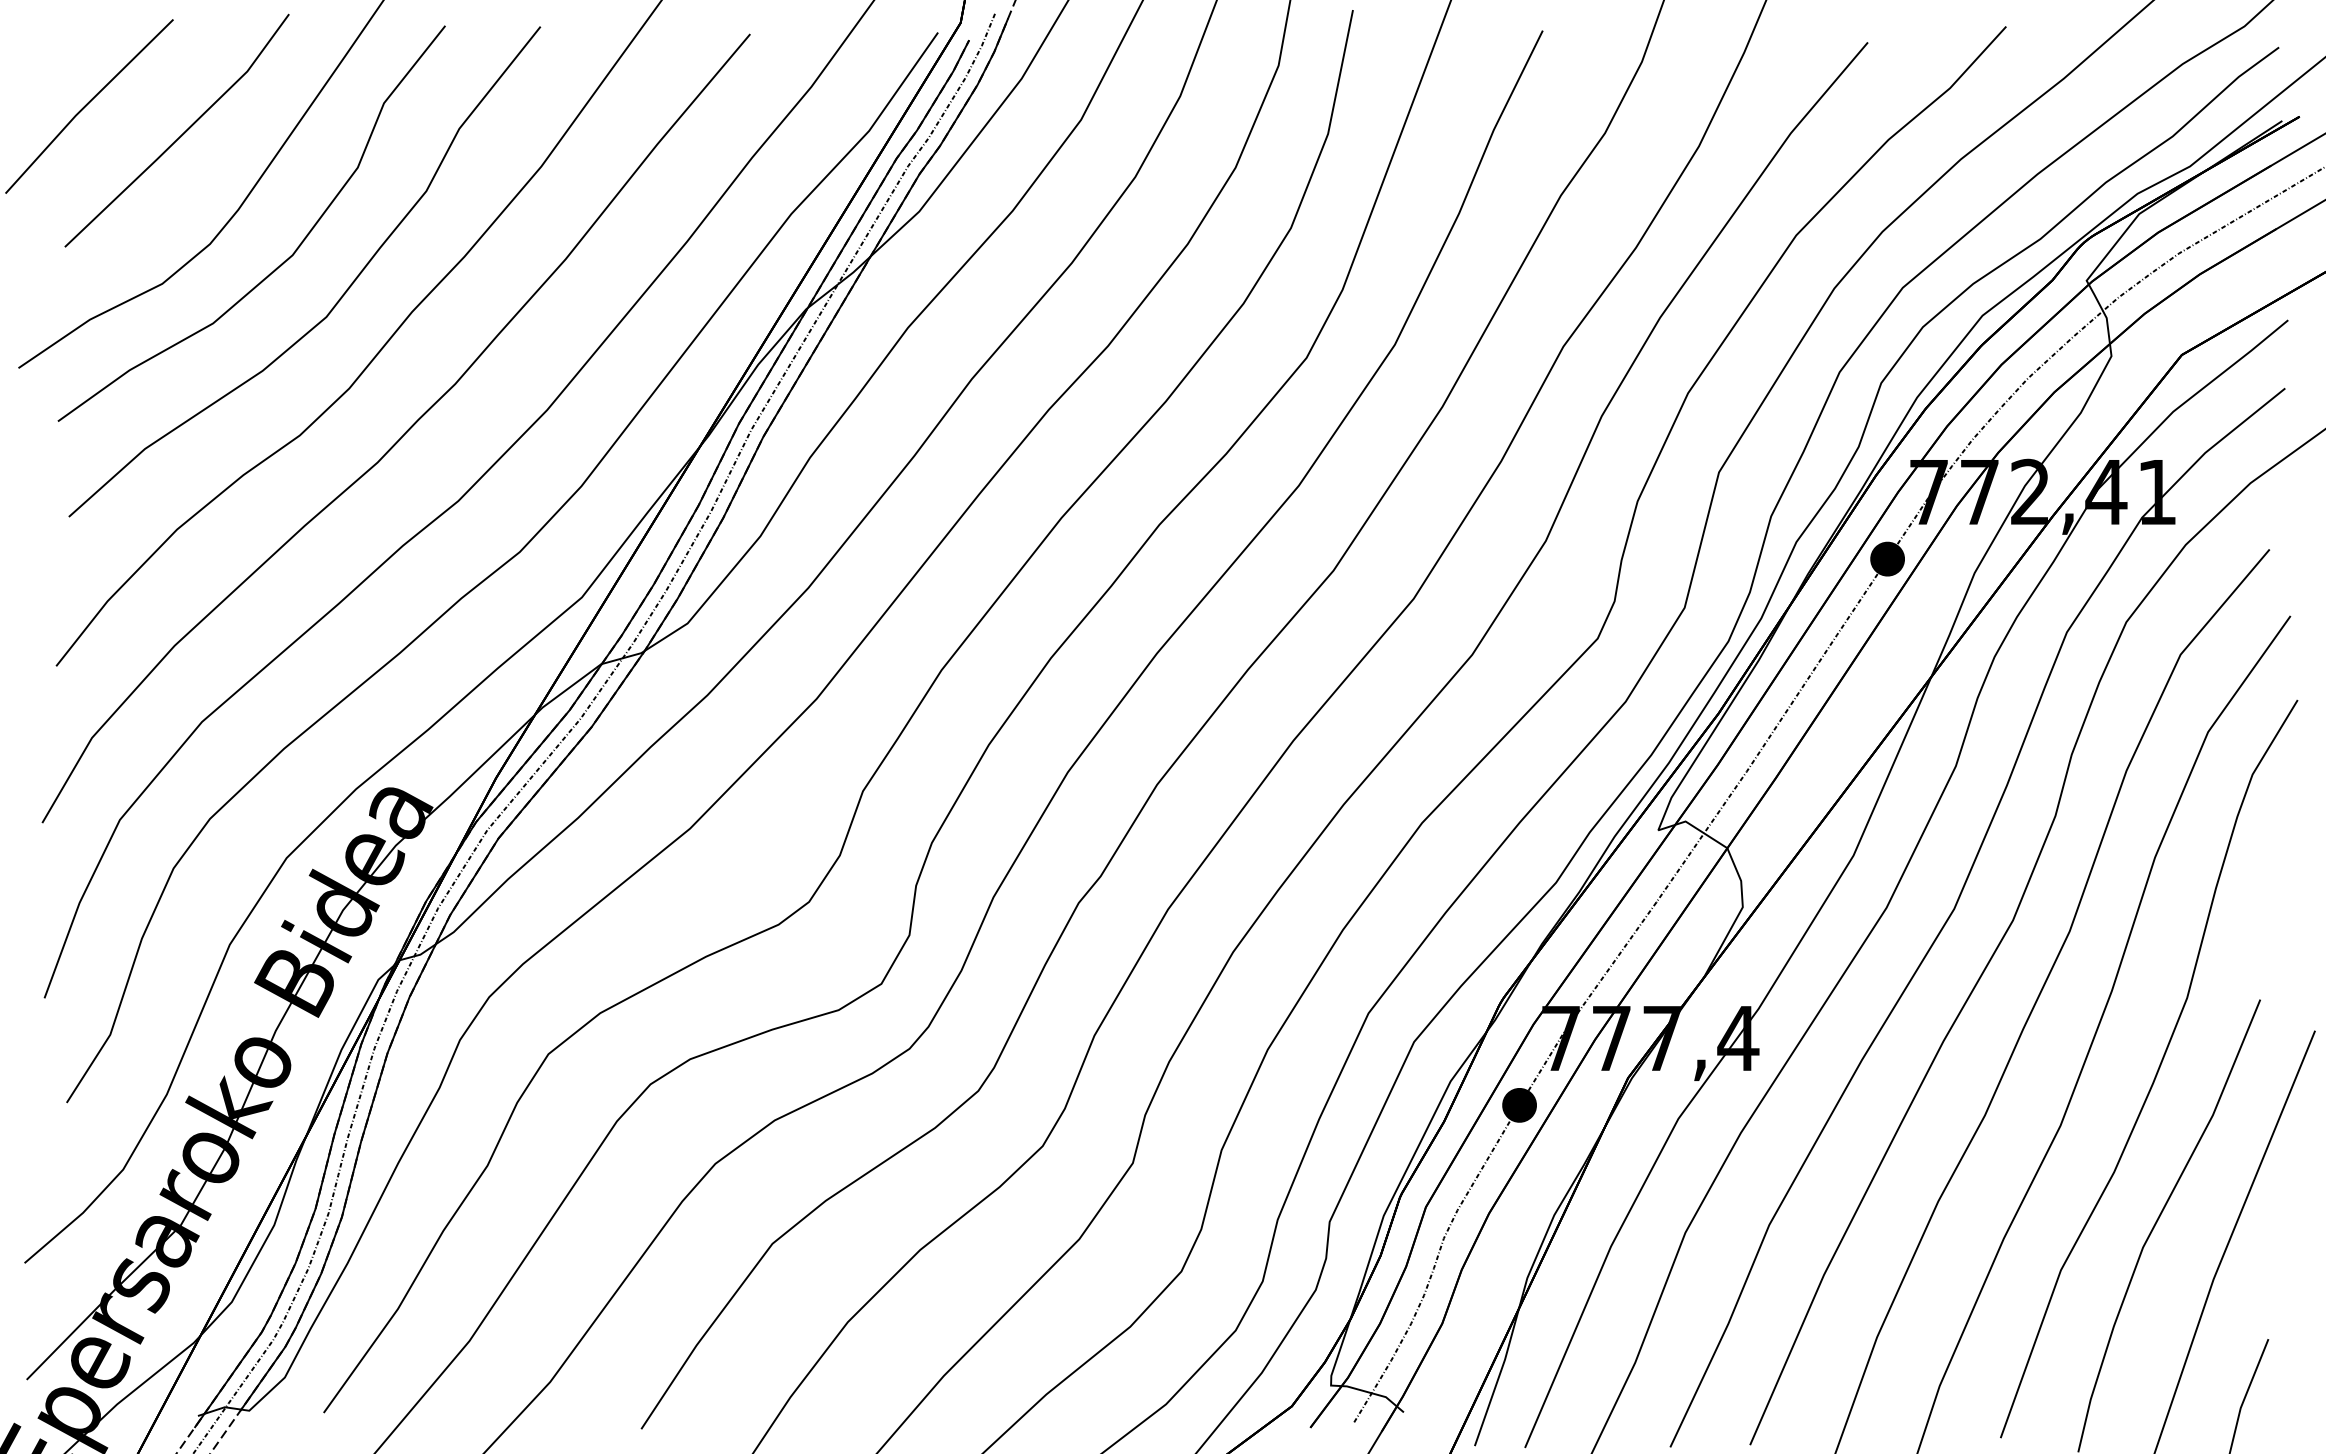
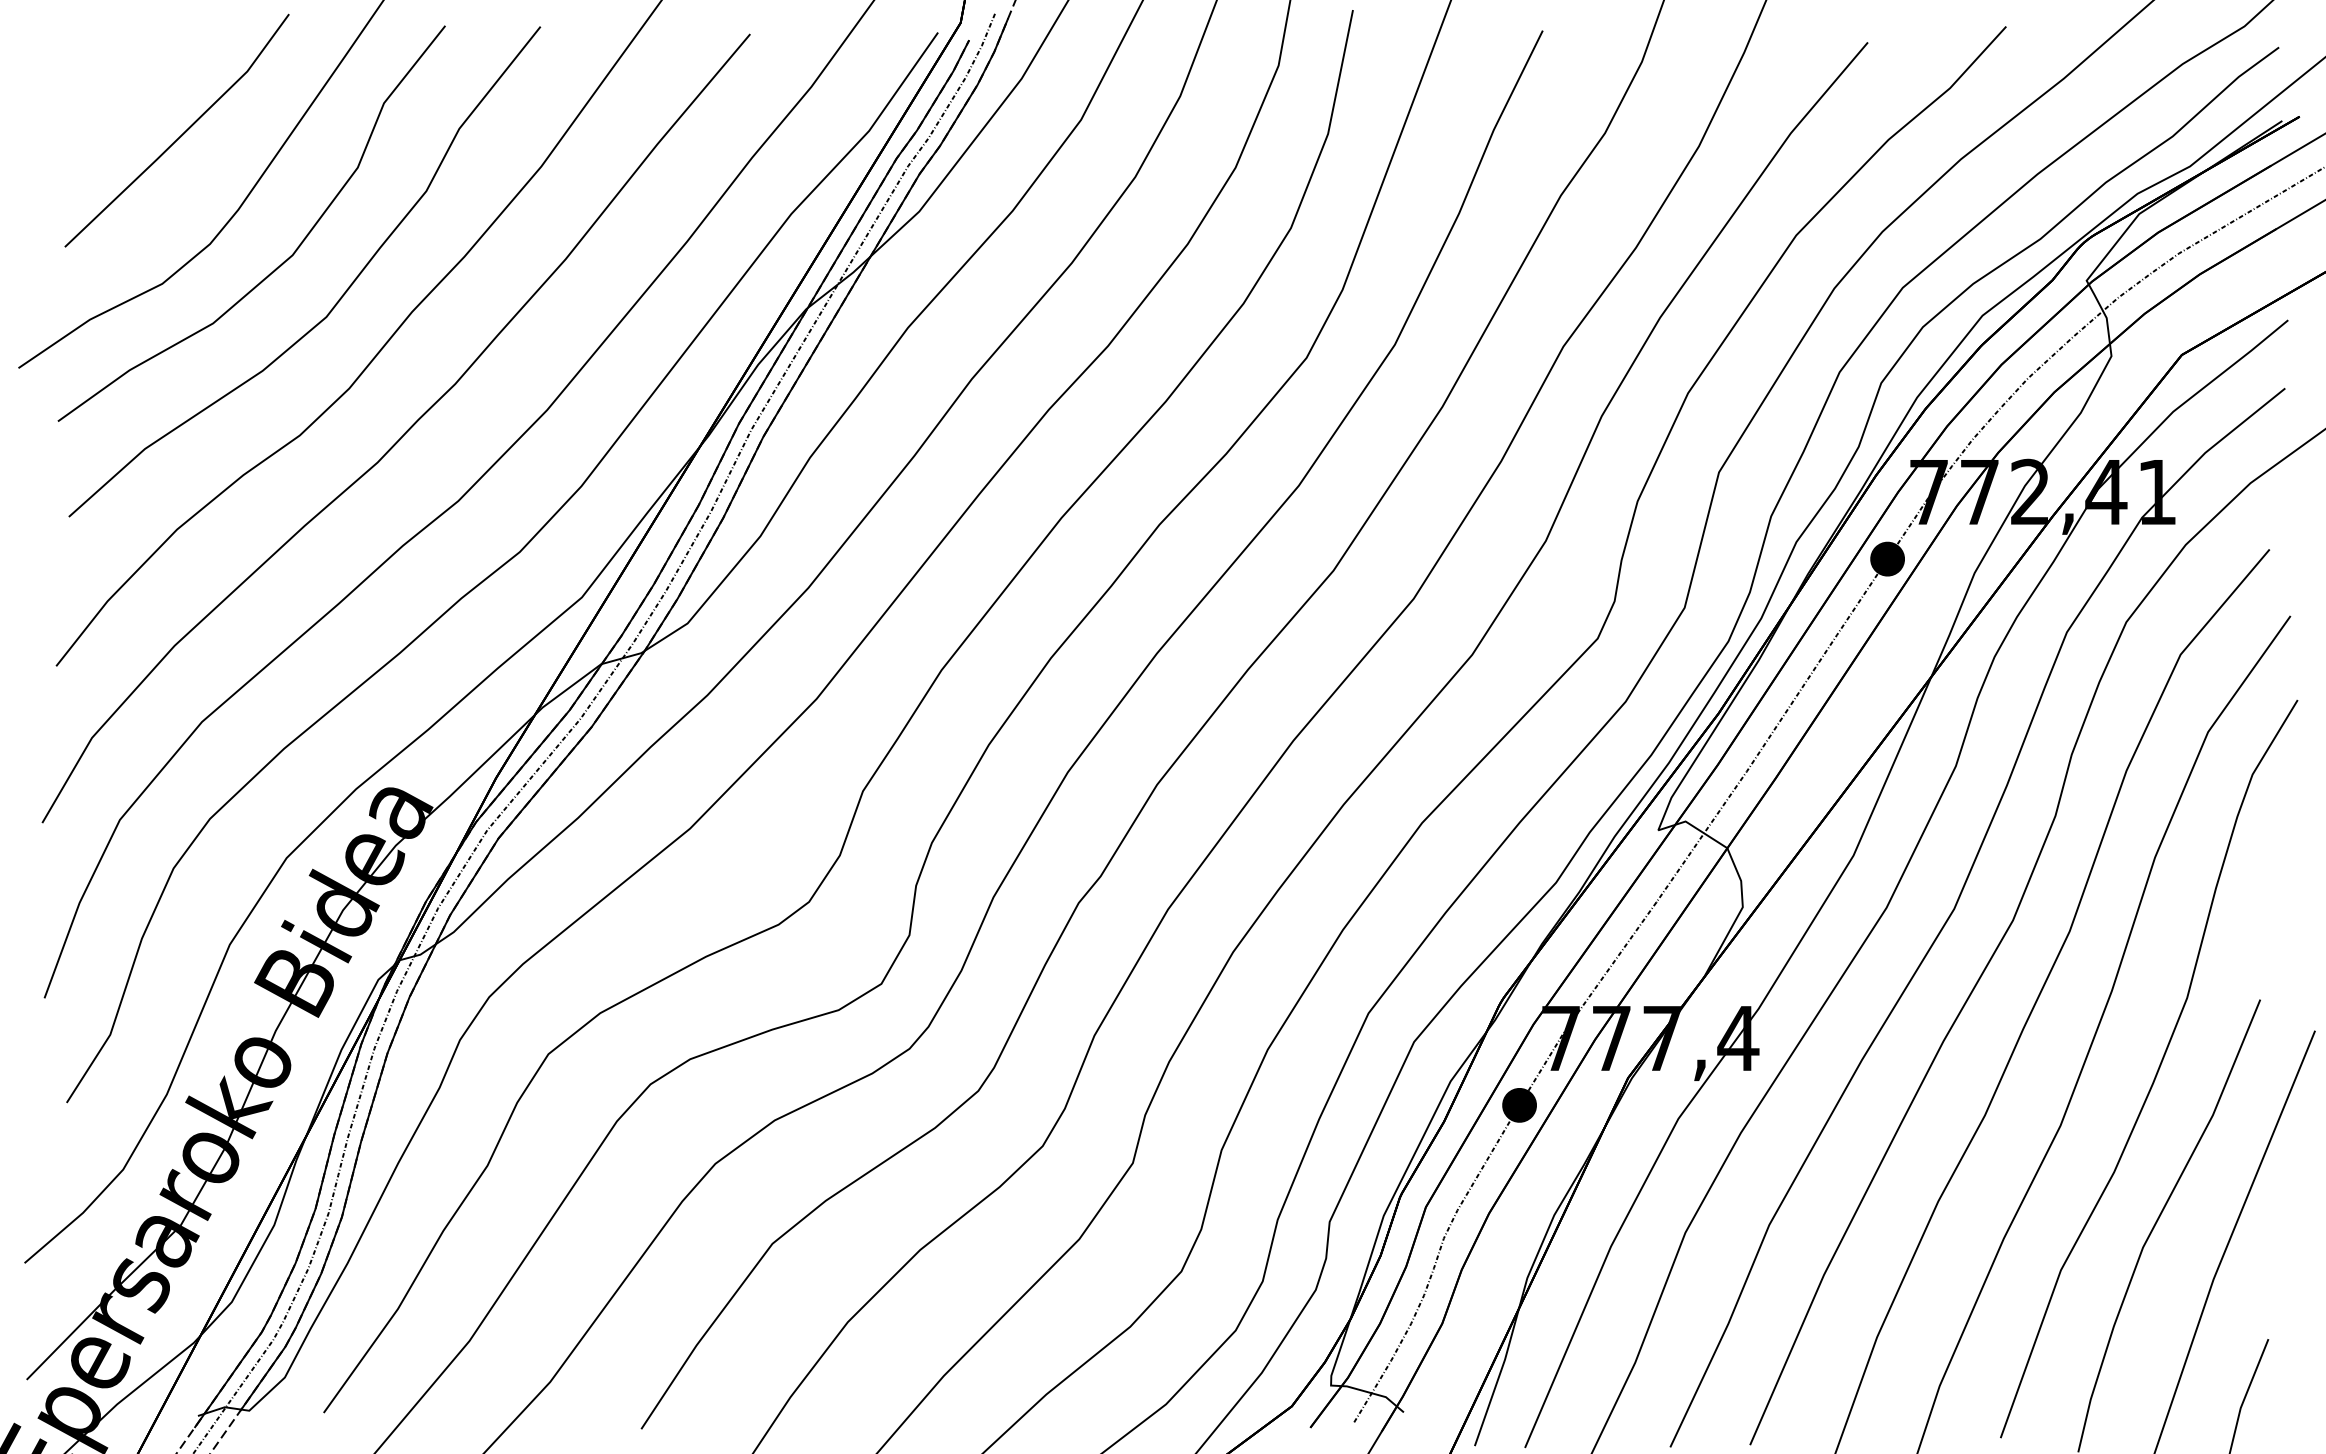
part at (89, 106): present -> none
